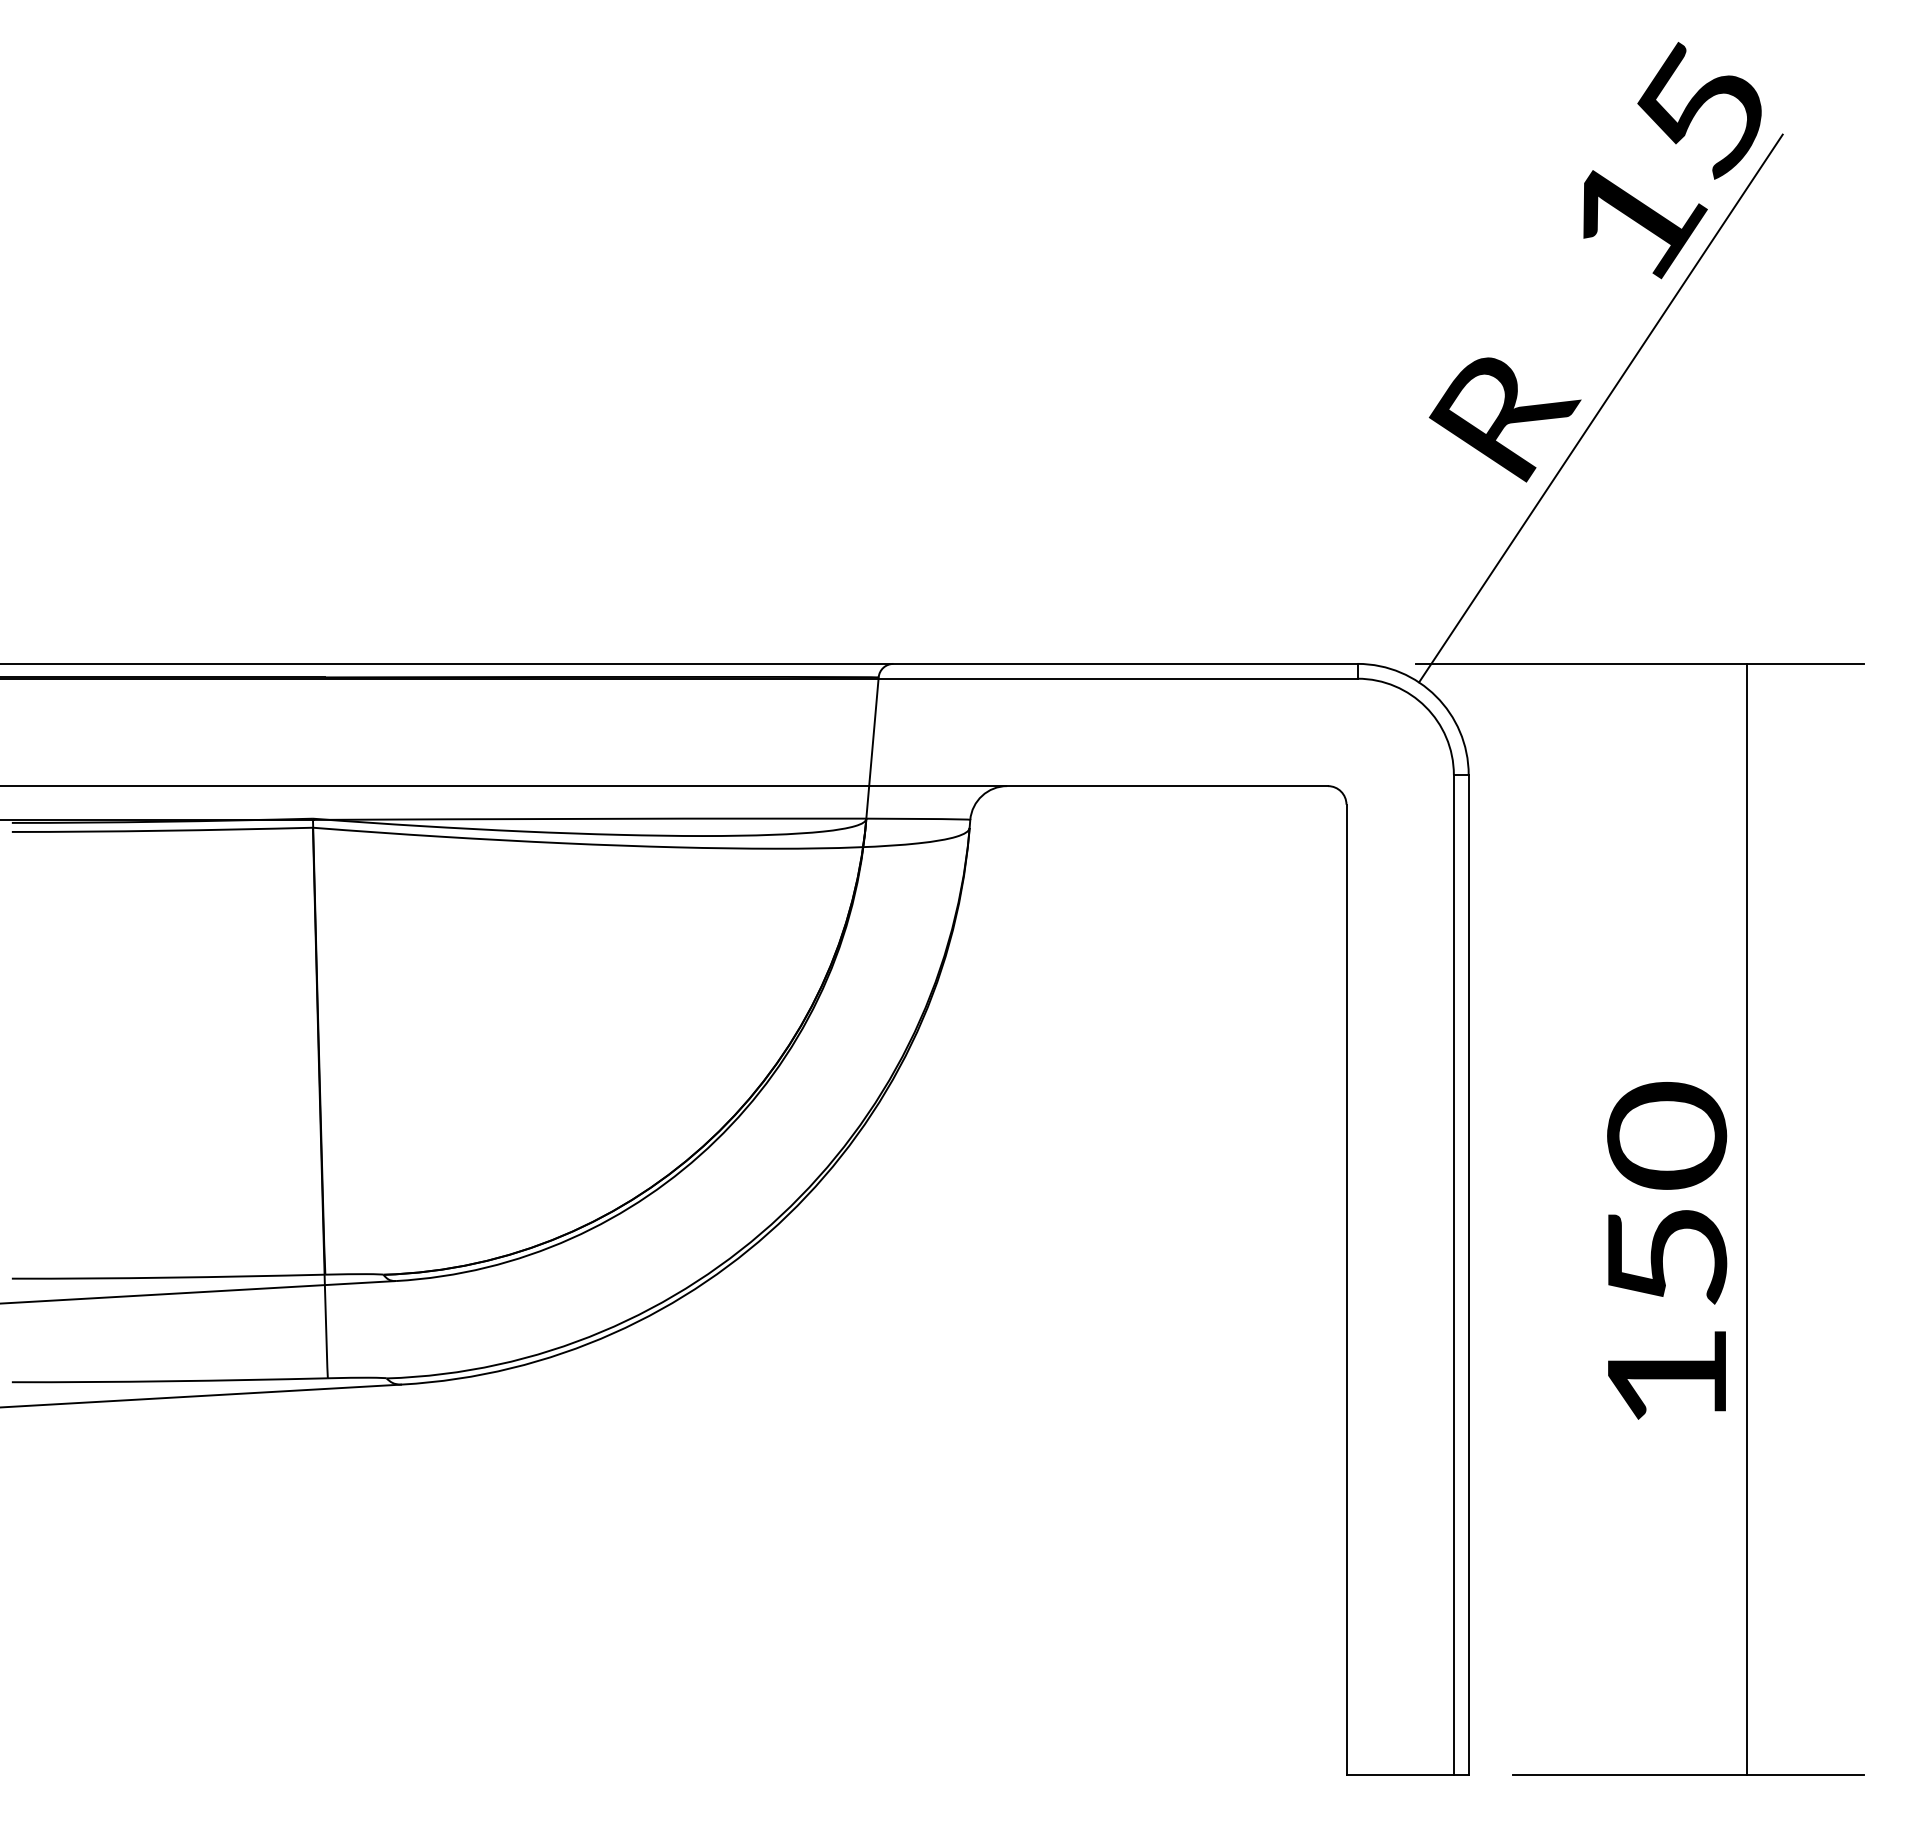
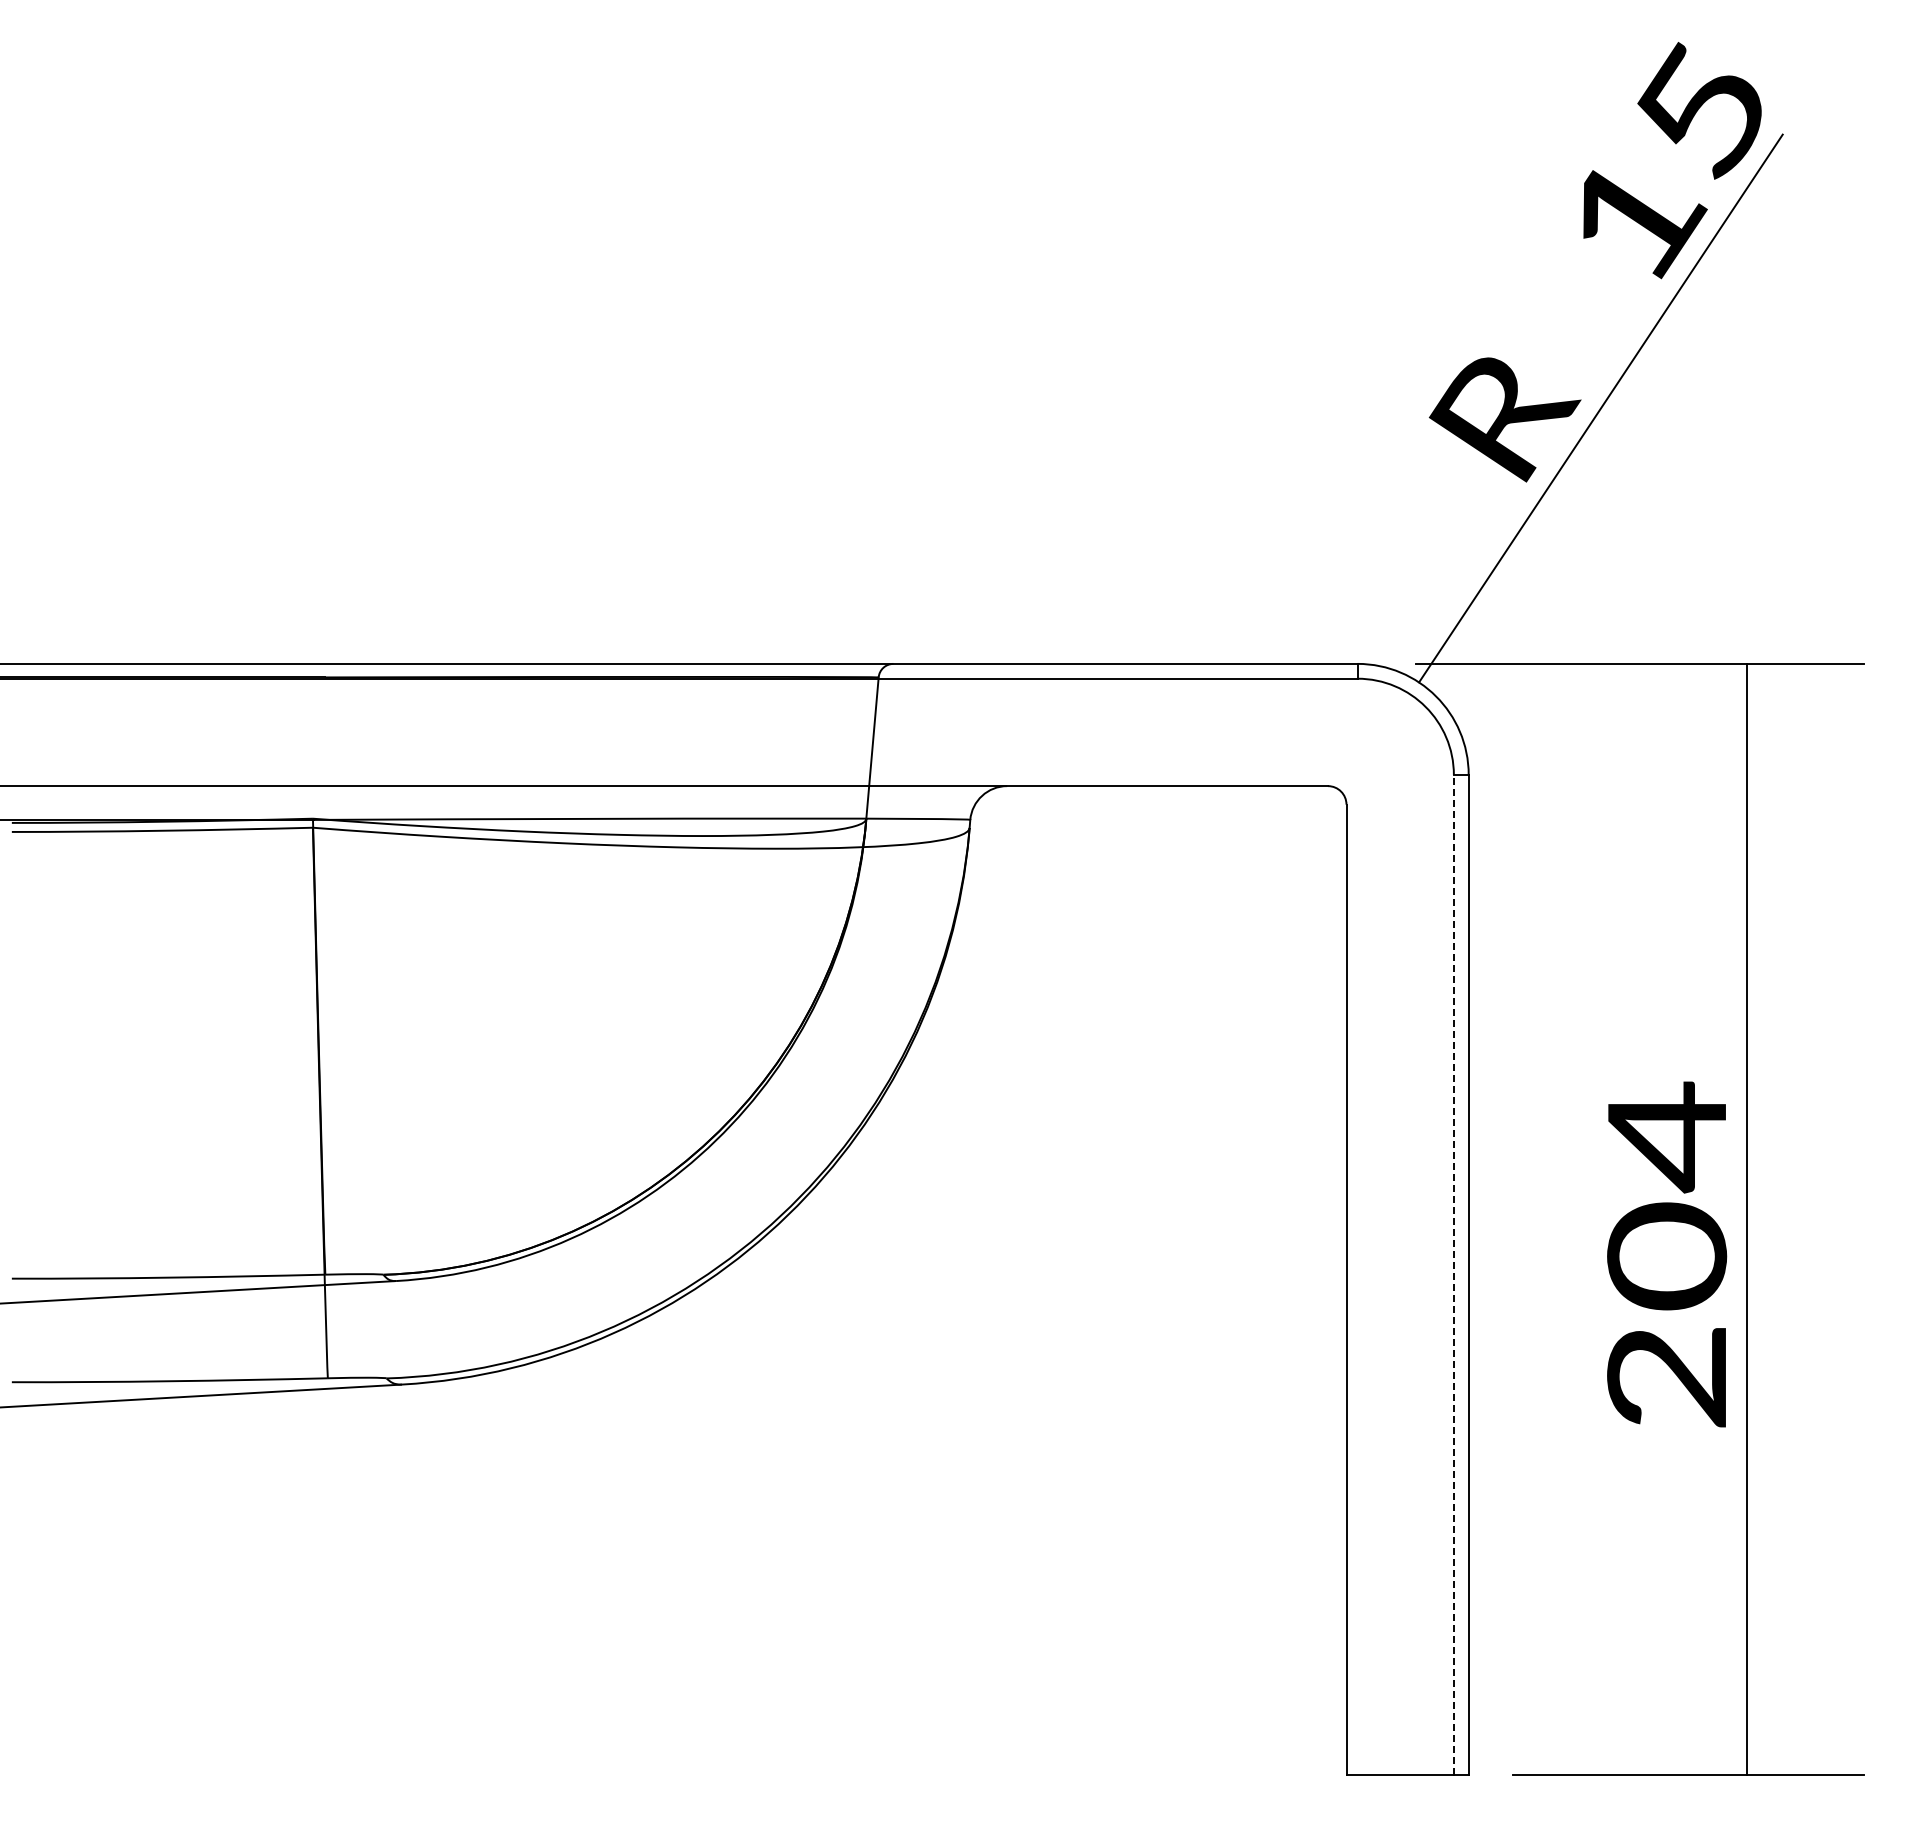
text at (1667, 1254): 150 -> 204
line at (1453, 1274): solid -> dashed
